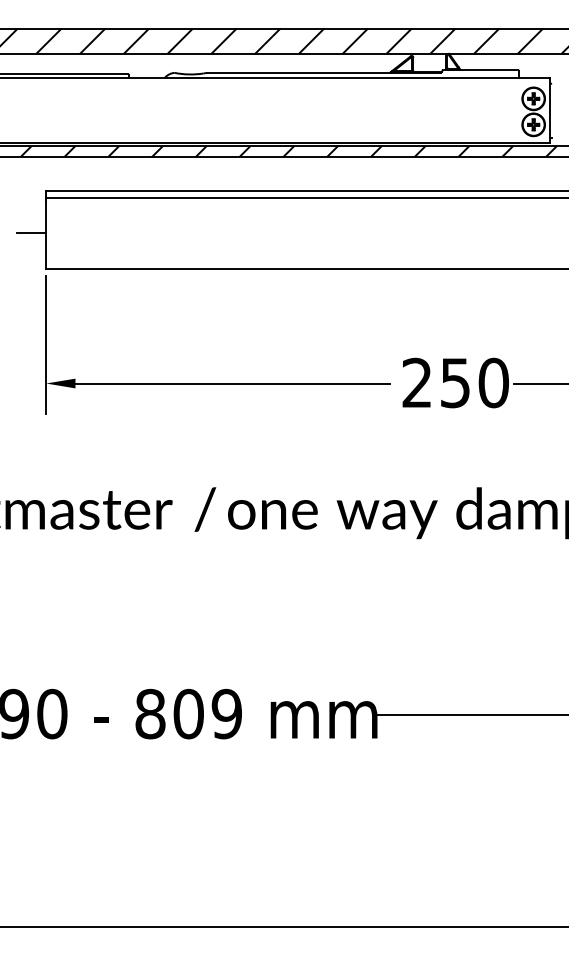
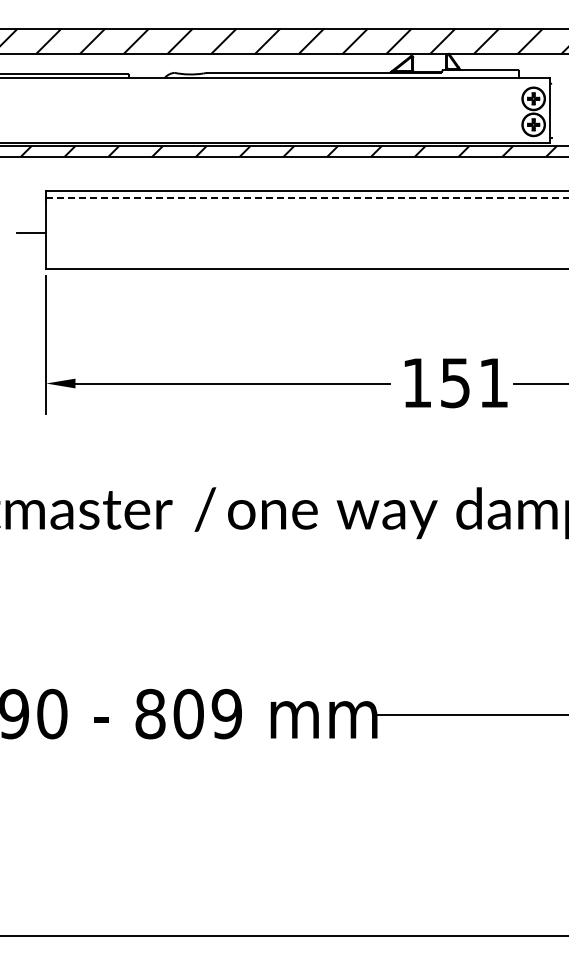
line at (308, 197): solid -> dashed
text at (455, 382): 250 -> 151
line at (283, 927) position: (283, 927) -> (283, 936)
